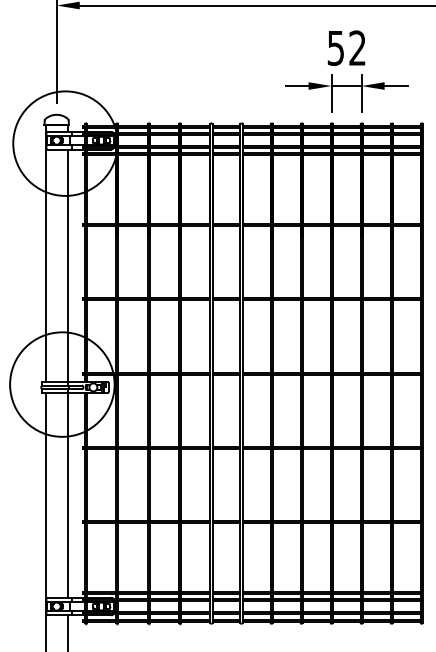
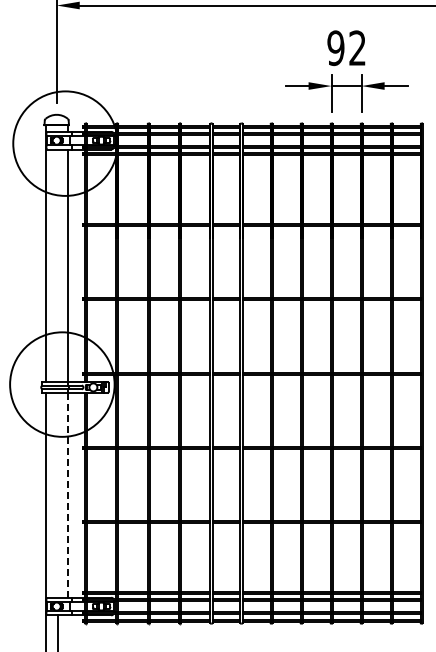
text at (335, 47): 52 -> 92
line at (67, 495): solid -> dashed
line at (67, 631) position: (67, 631) -> (57, 631)
